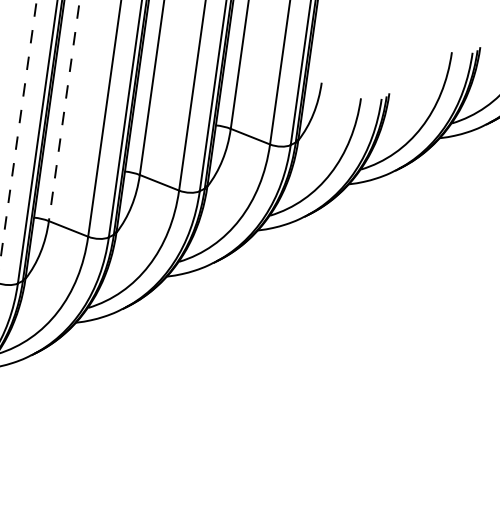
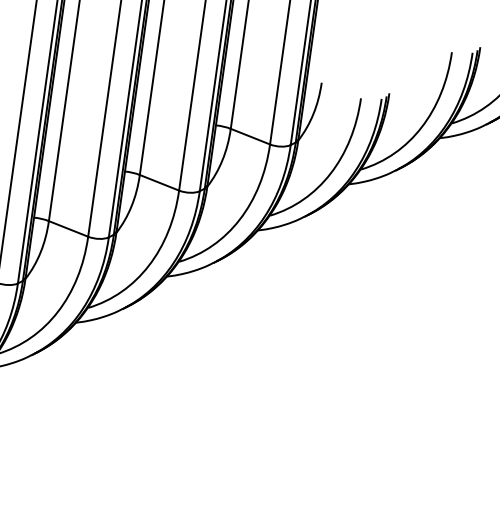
line at (64, 111): dashed -> solid
line at (18, 131): dashed -> solid
